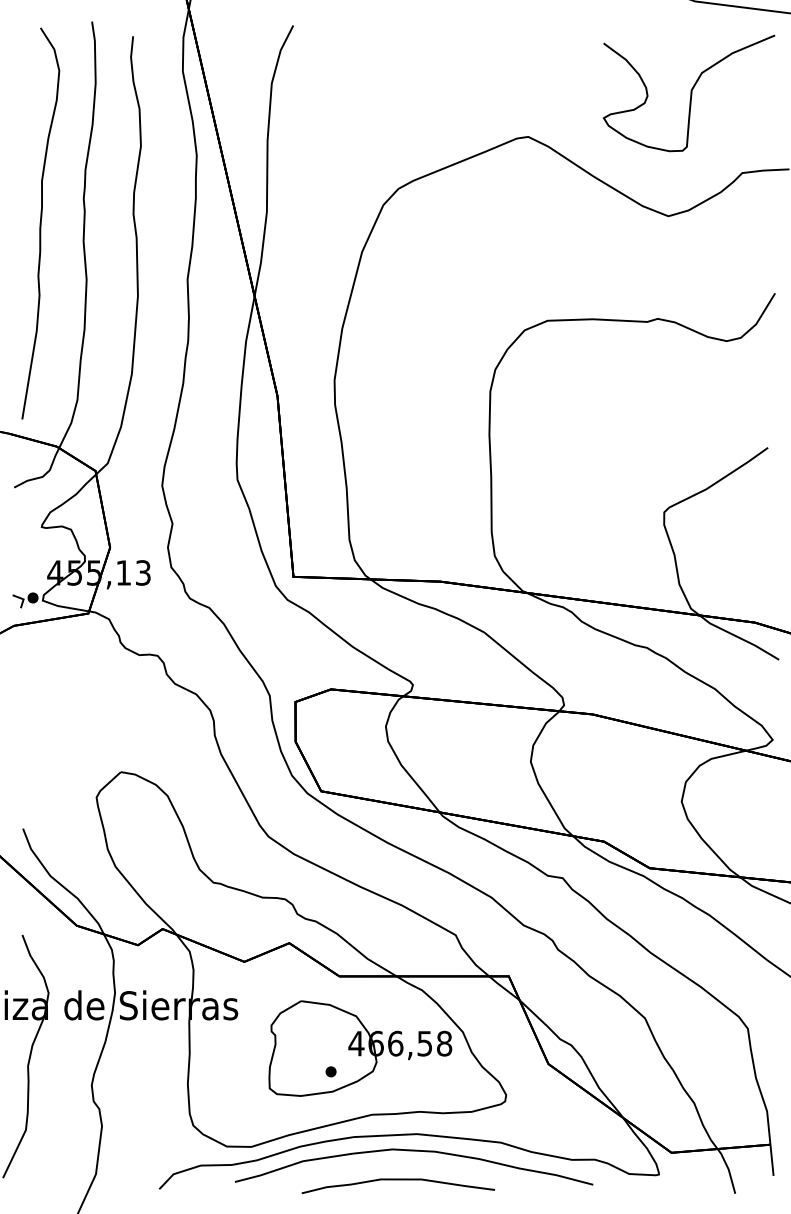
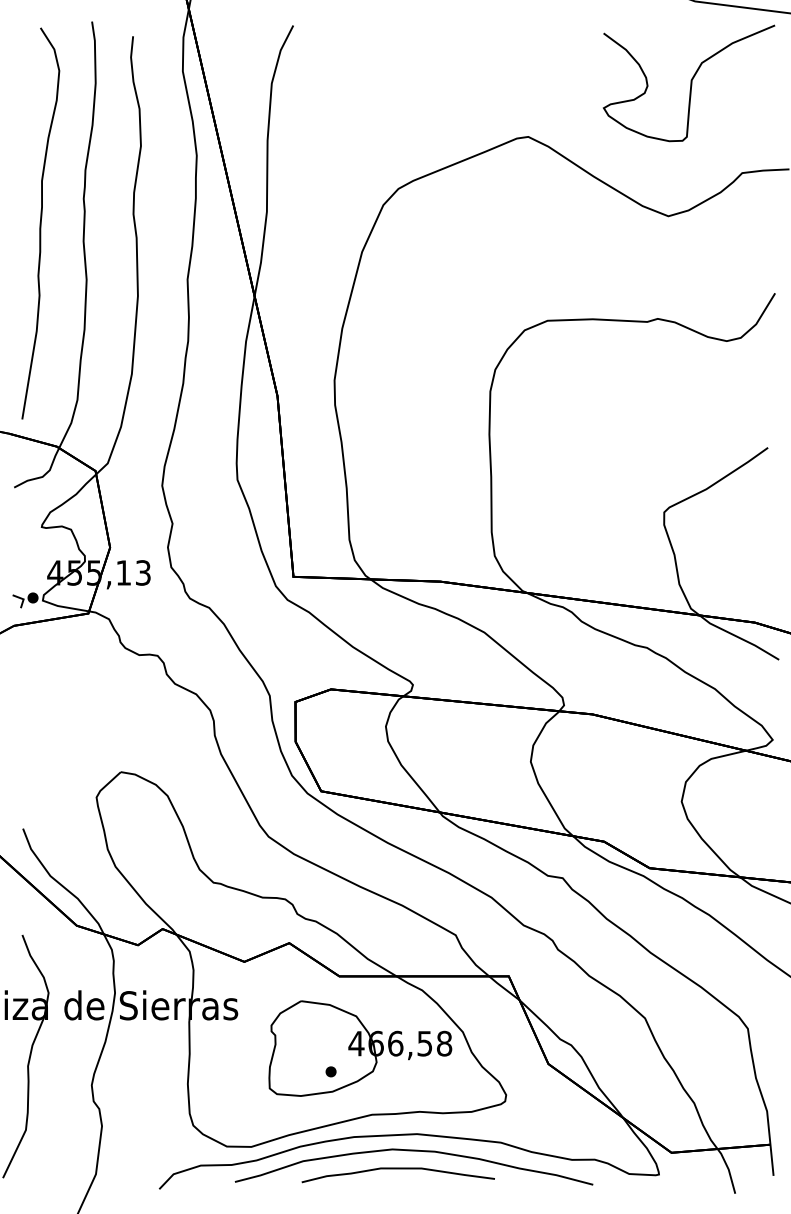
curve at (690, 93) position: (690, 93) -> (690, 83)
curve at (397, 1180) position: (397, 1180) -> (397, 1169)
